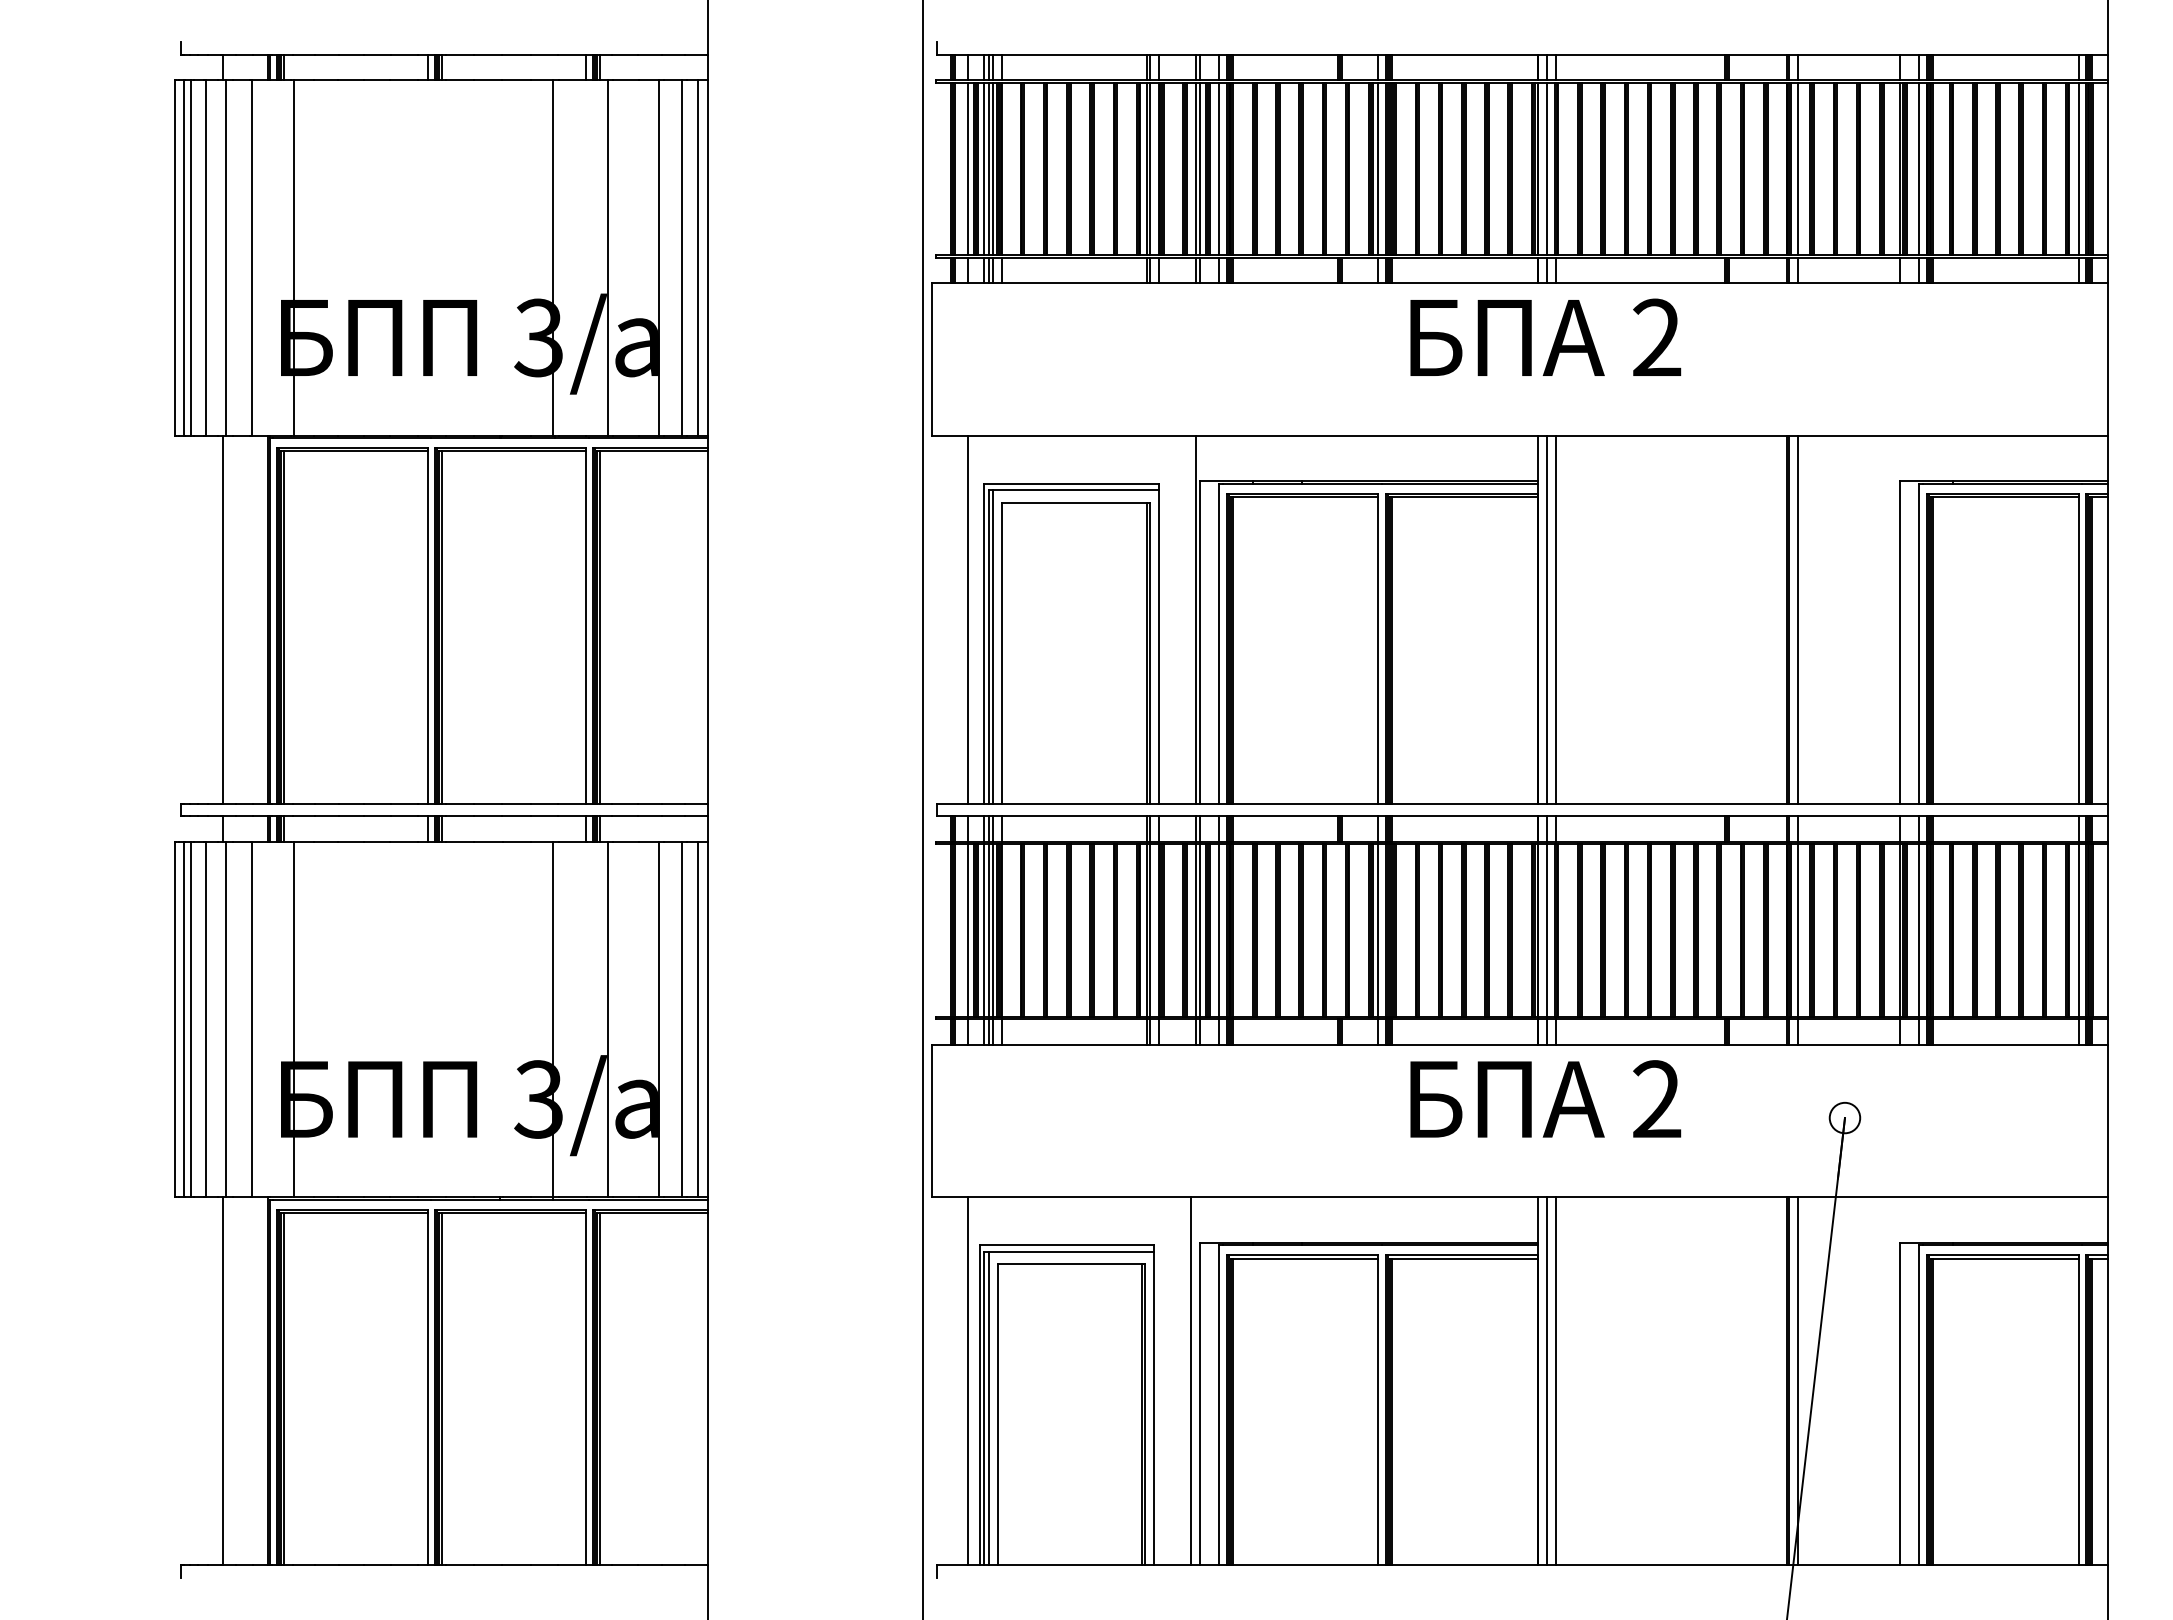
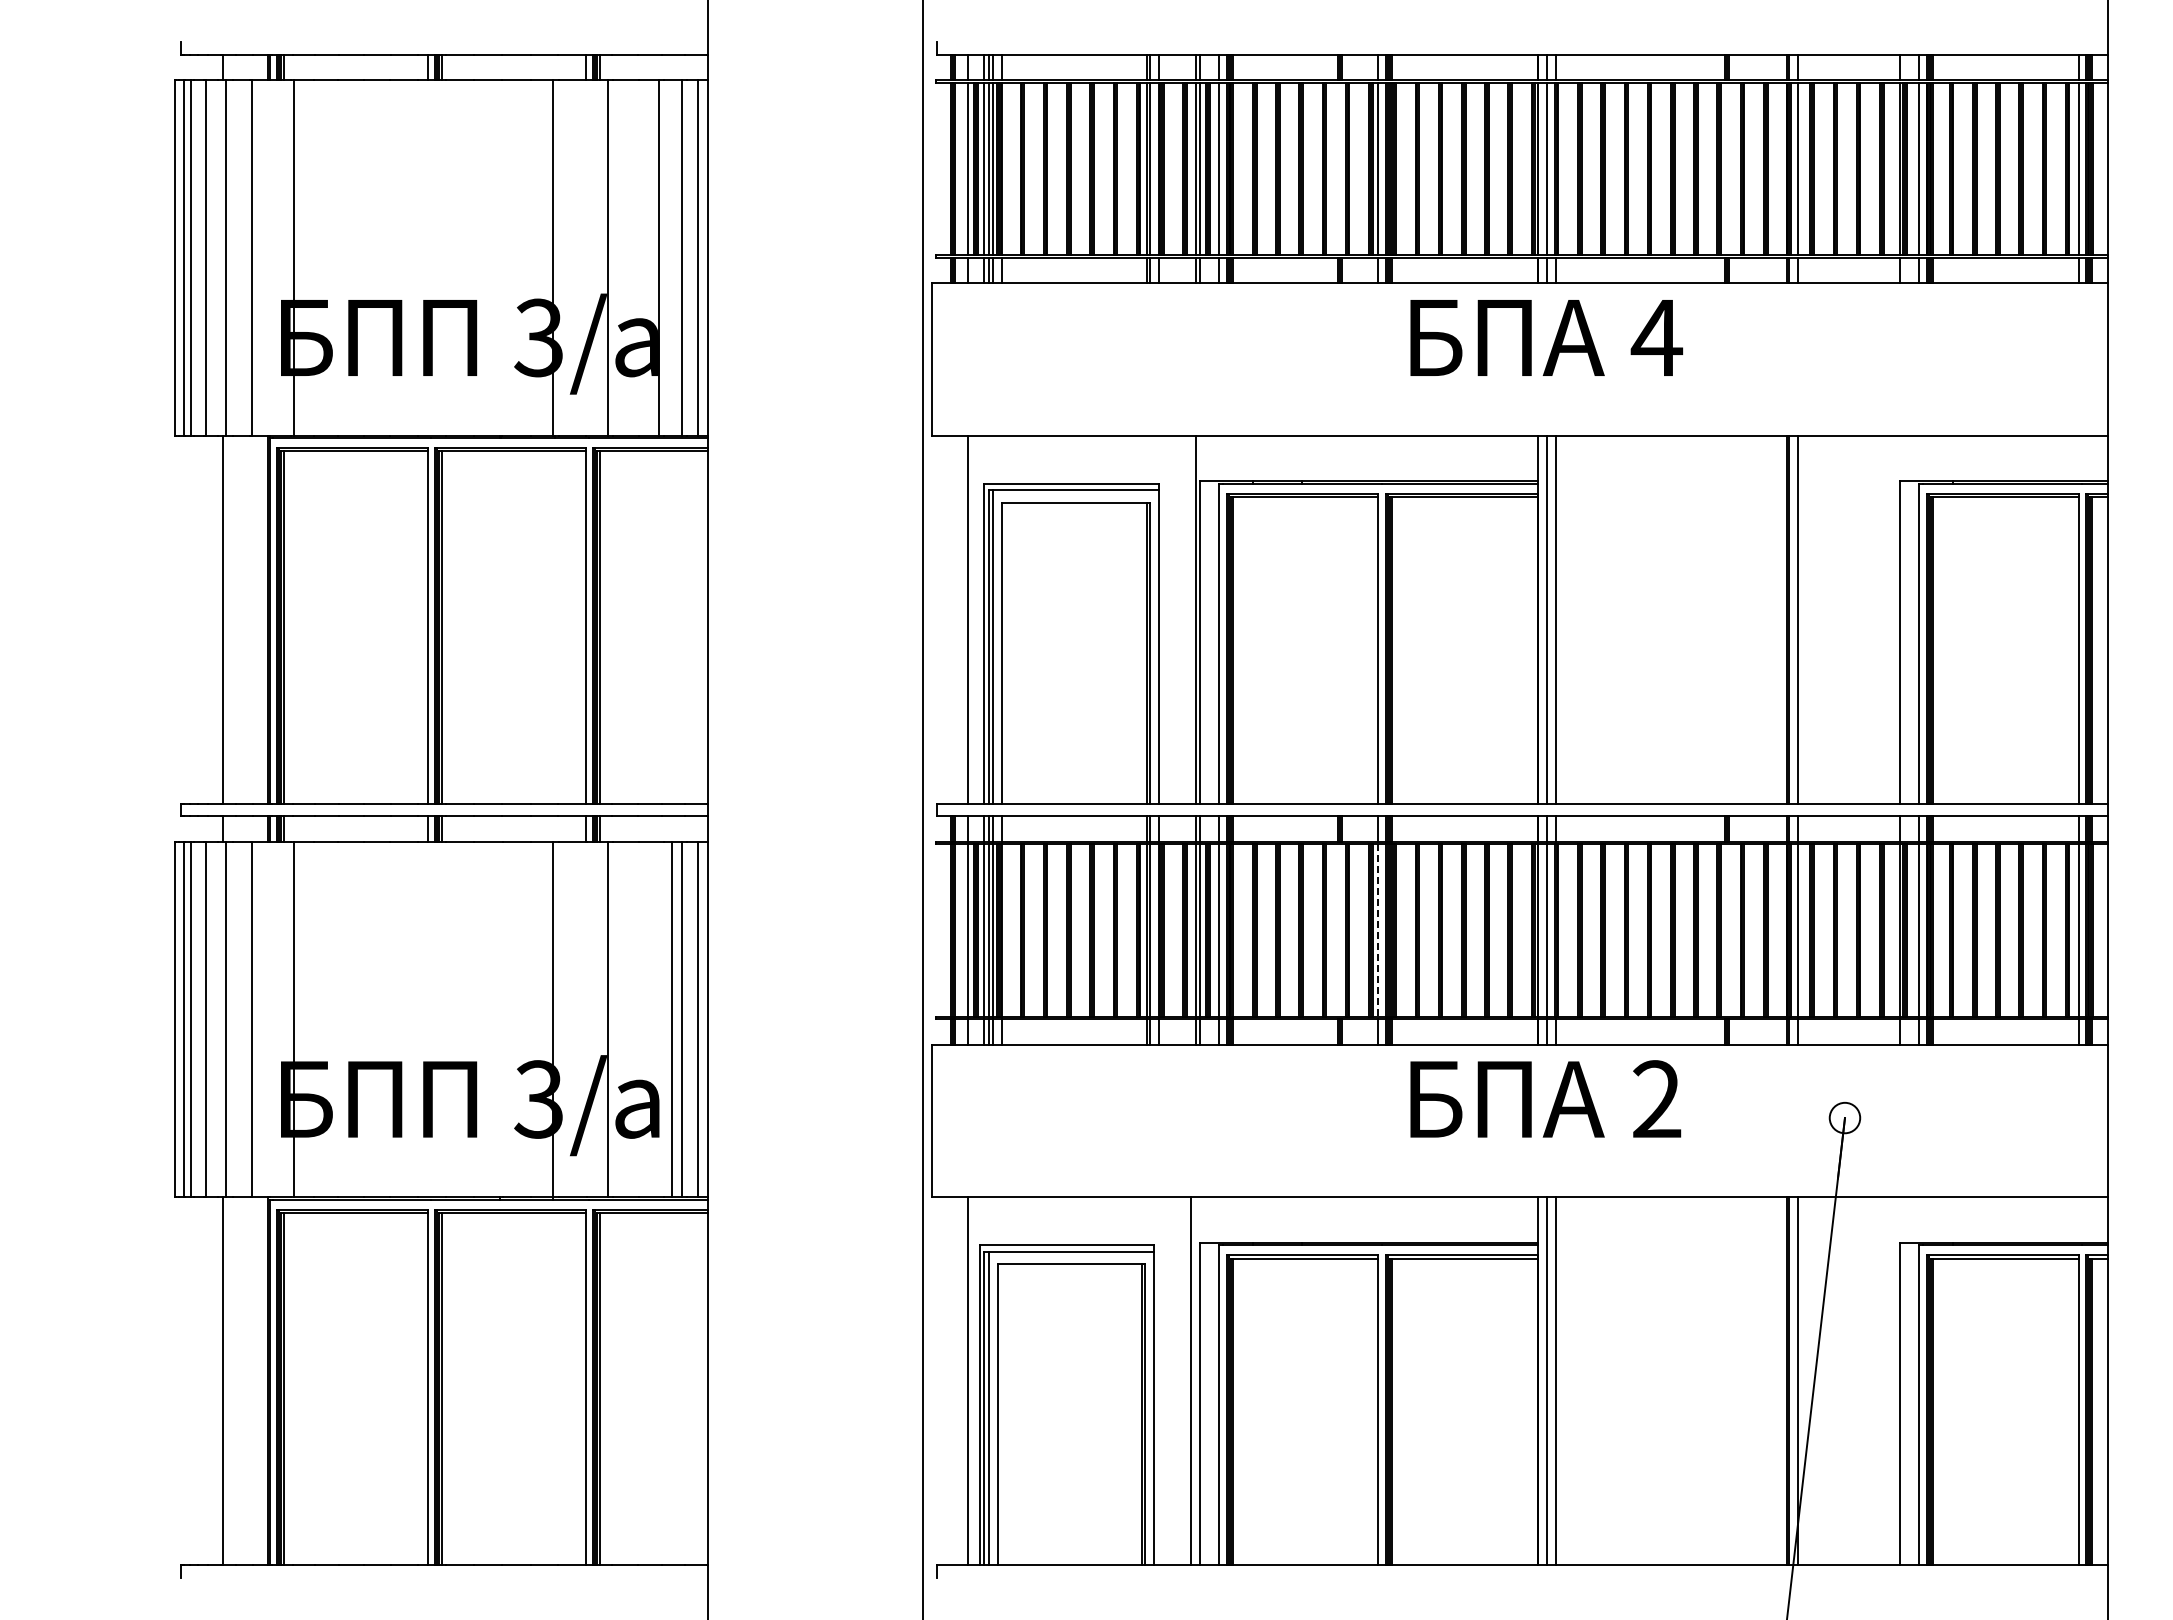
text at (1656, 336): 2 -> 4
line at (1378, 931): solid -> dashed
line at (658, 1019) position: (658, 1019) -> (671, 1019)
